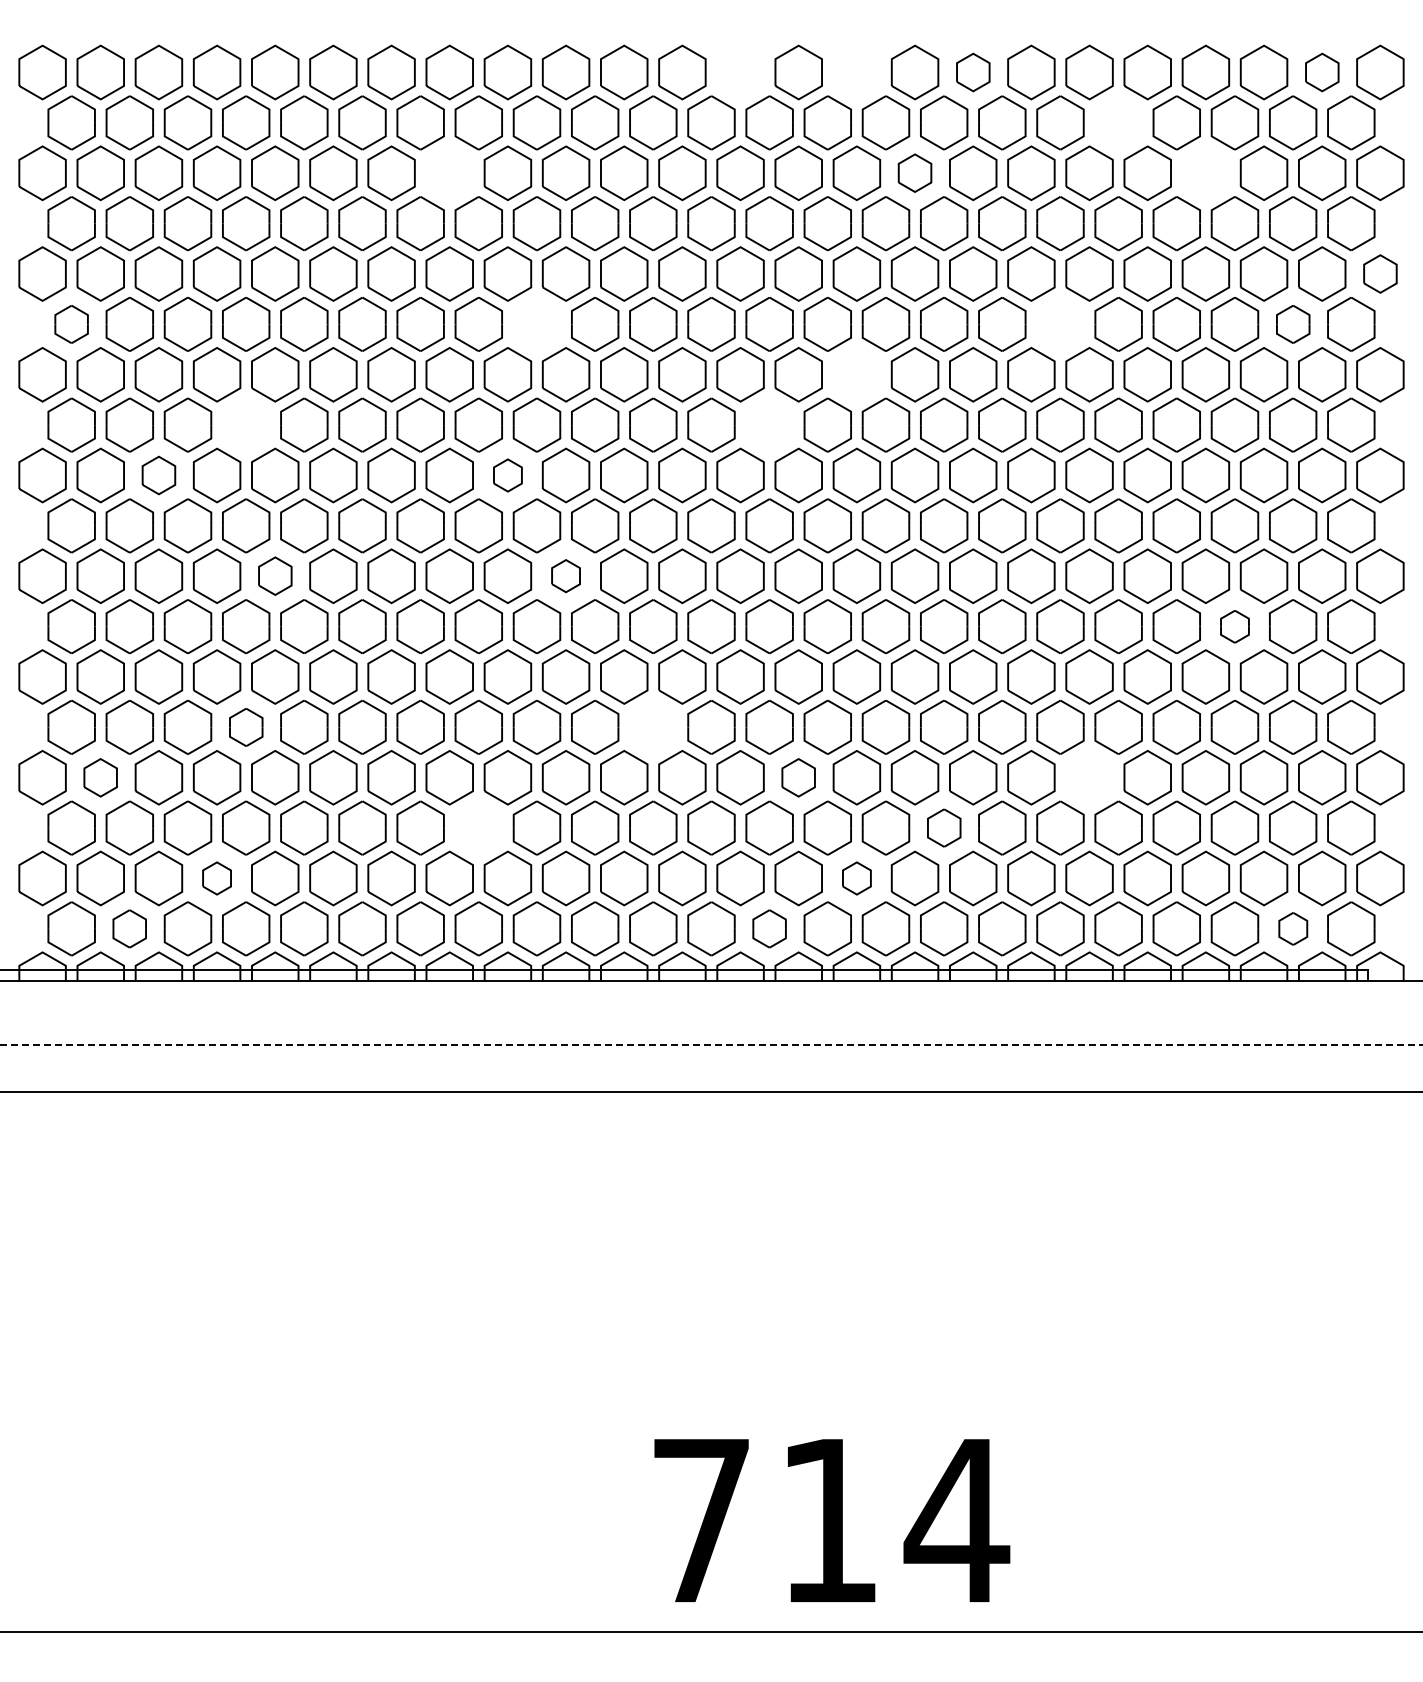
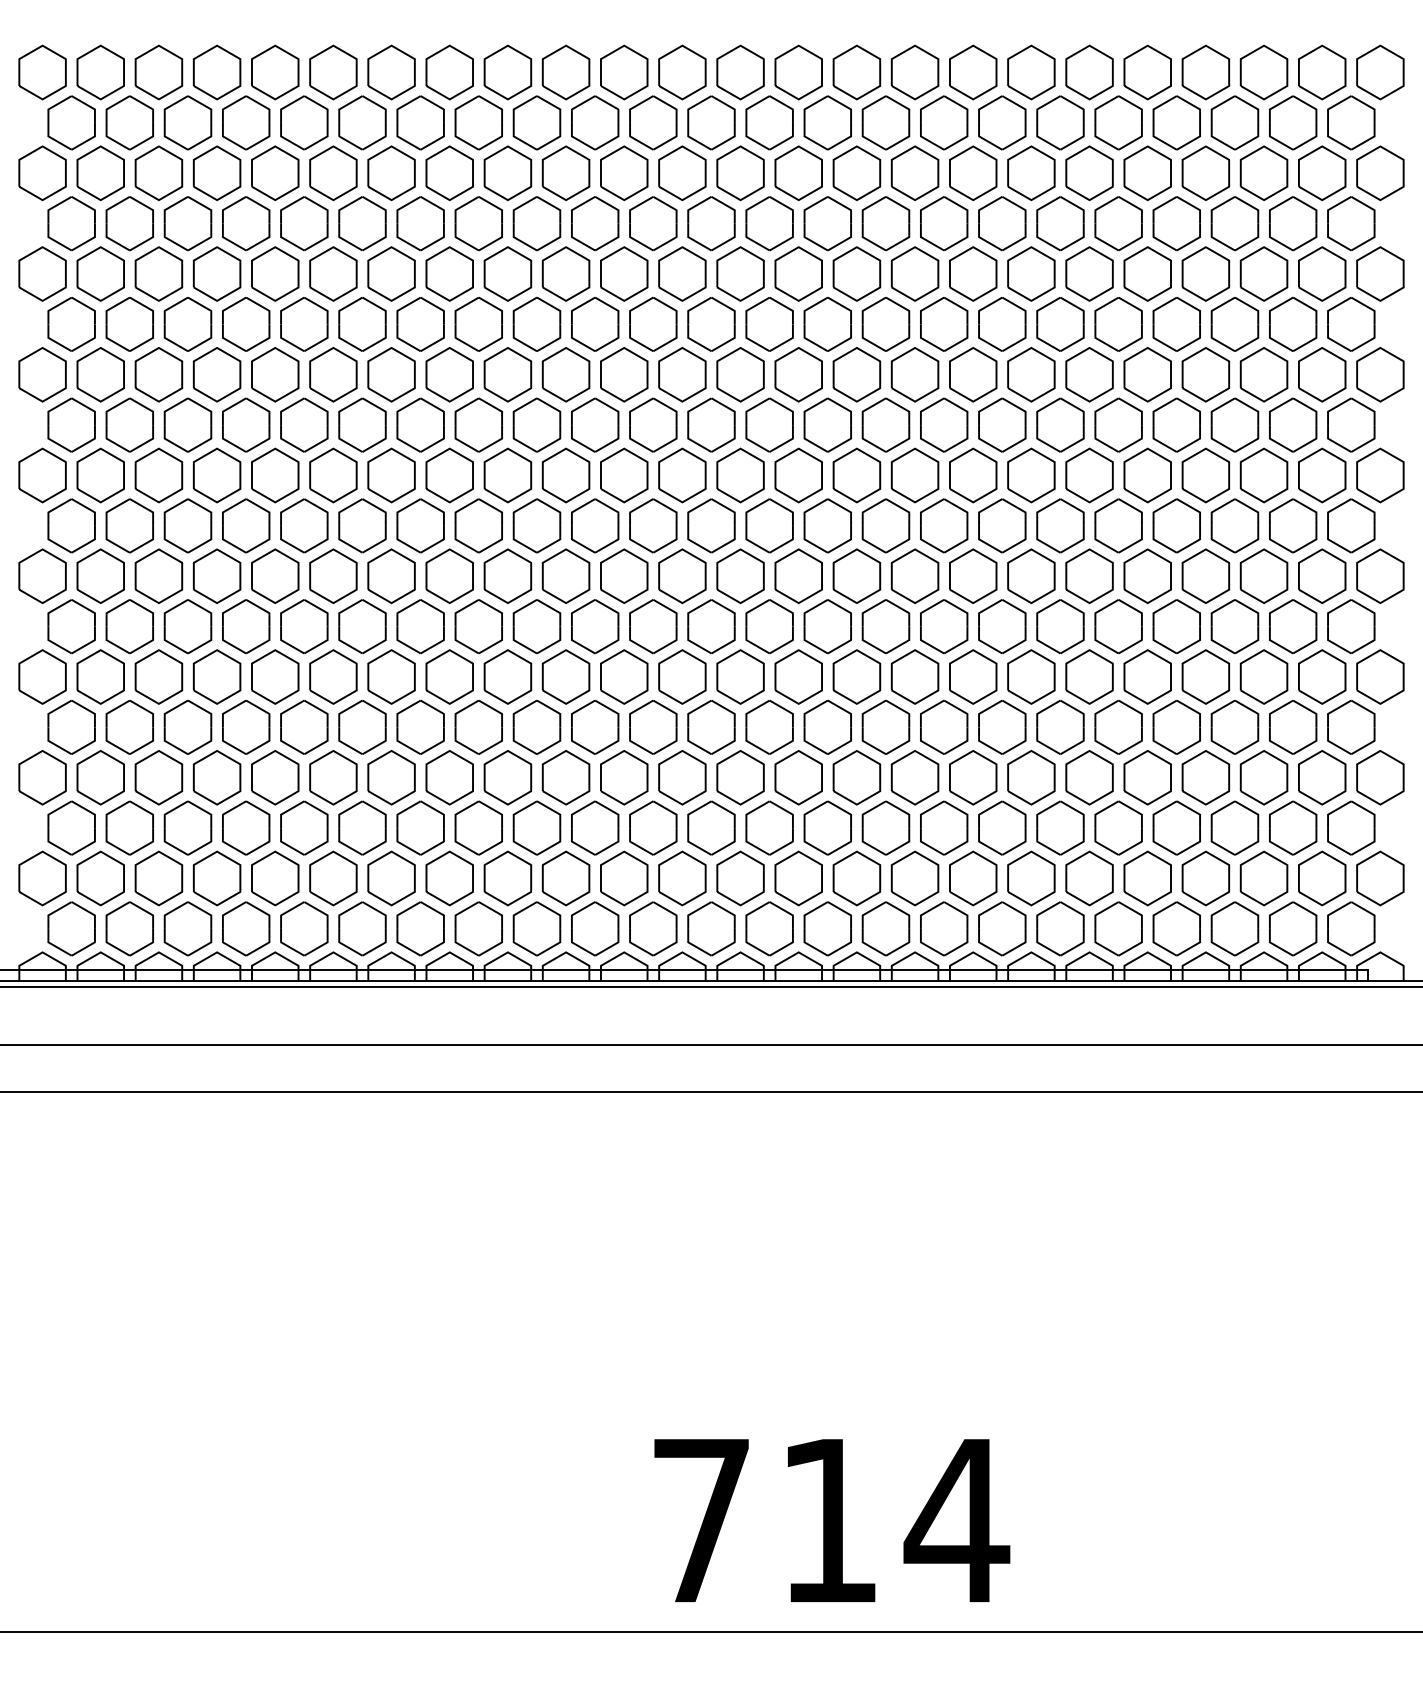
part at (740, 72): none -> present
part at (856, 72): none -> present
part at (973, 72) size: 35x41 px -> 49x57 px
part at (1322, 72) size: 35x41 px -> 49x57 px
part at (1118, 122): none -> present
part at (449, 172): none -> present
part at (914, 172) size: 36x40 px -> 50x56 px
part at (1205, 172): none -> present
part at (1380, 273) size: 35x40 px -> 49x56 px
part at (71, 324) size: 35x39 px -> 49x55 px
part at (536, 324): none -> present
part at (1060, 324): none -> present
part at (1293, 324) size: 35x39 px -> 49x55 px
part at (856, 374): none -> present
part at (246, 424): none -> present
part at (769, 424): none -> present
part at (158, 475) size: 36x41 px -> 50x57 px
part at (507, 475) size: 30x35 px -> 50x57 px
part at (275, 575) size: 35x40 px -> 49x56 px
part at (565, 576) size: 30x35 px -> 50x56 px
part at (1234, 626) size: 30x34 px -> 50x56 px
part at (246, 727) size: 35x39 px -> 49x55 px
part at (653, 727): none -> present
part at (100, 777) size: 35x40 px -> 49x56 px
part at (798, 777) size: 35x40 px -> 49x56 px
part at (1089, 777): none -> present
part at (478, 827): none -> present
part at (944, 827) size: 35x40 px -> 49x56 px
part at (216, 878) size: 30x35 px -> 50x57 px
part at (856, 878) size: 30x35 px -> 50x57 px
part at (129, 928) size: 35x40 px -> 49x56 px
part at (769, 928) size: 35x40 px -> 49x56 px
part at (1293, 928) size: 31x34 px -> 49x56 px
line at (710, 987): none -> present
line at (711, 1045): dashed -> solid
